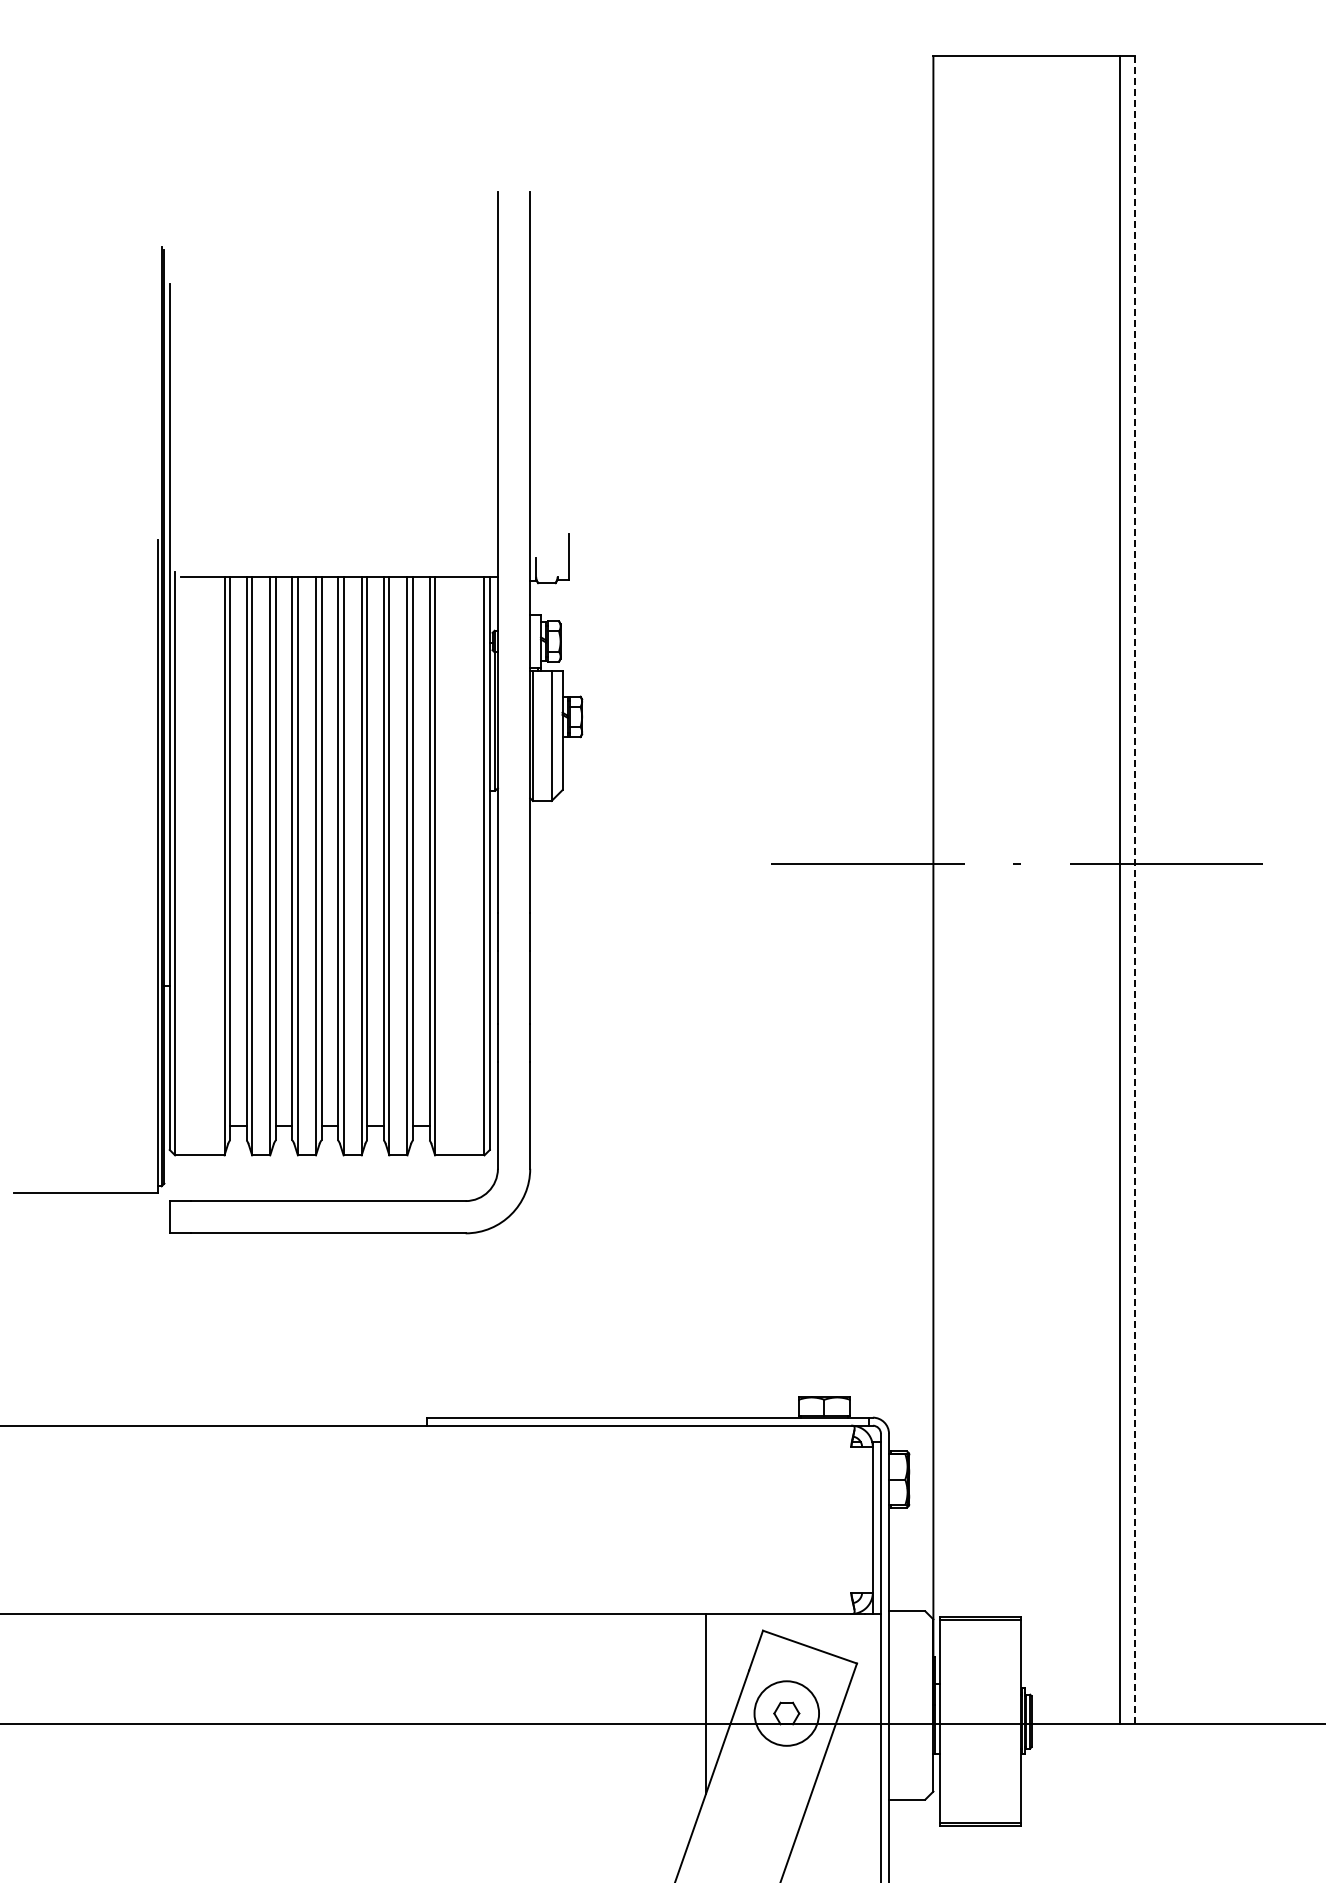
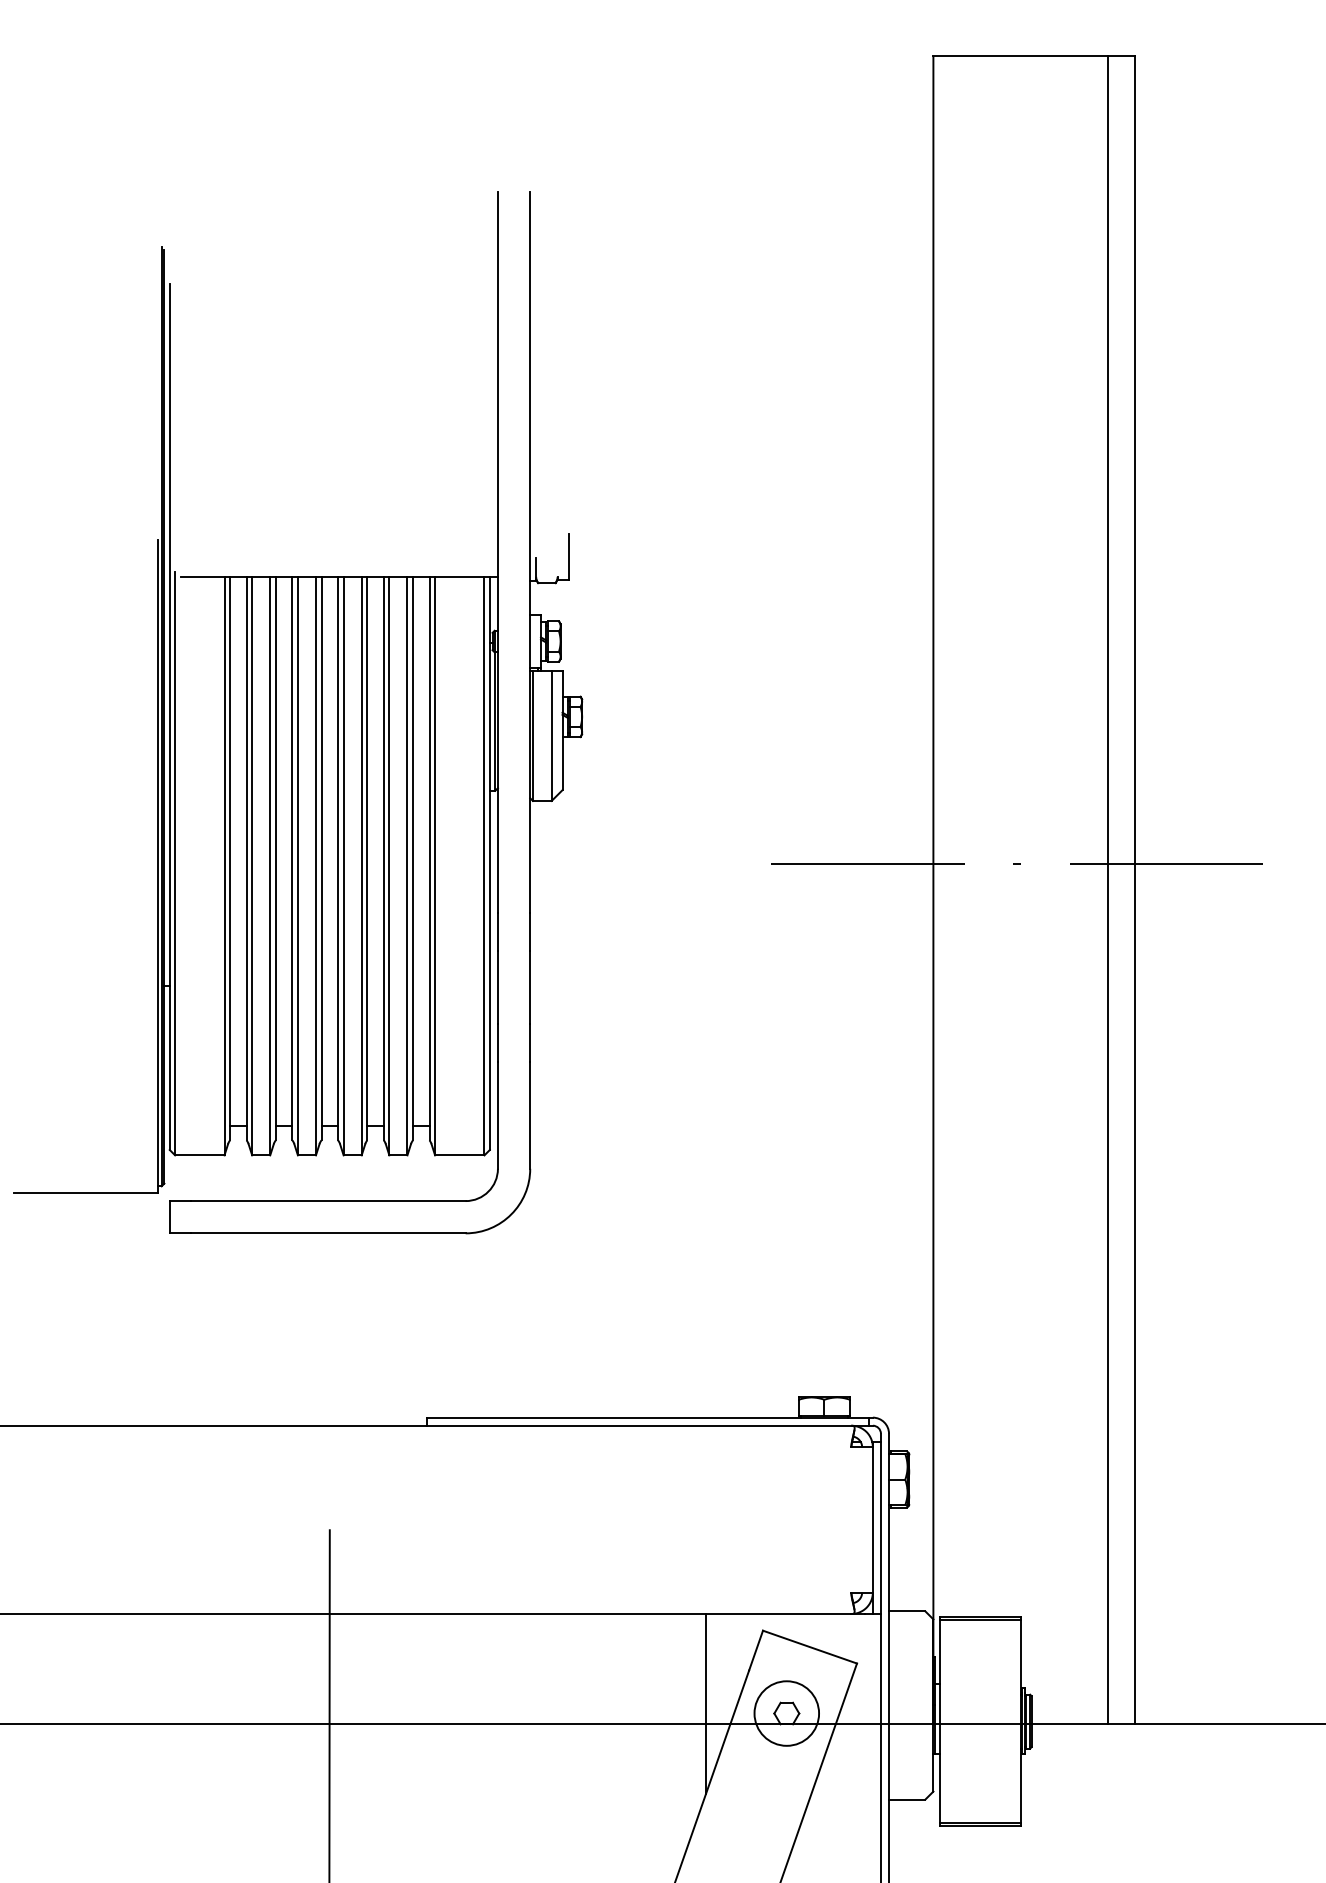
line at (1119, 890) position: (1119, 890) -> (1107, 890)
line at (1134, 890): dashed -> solid
line at (329, 1704): none -> present
